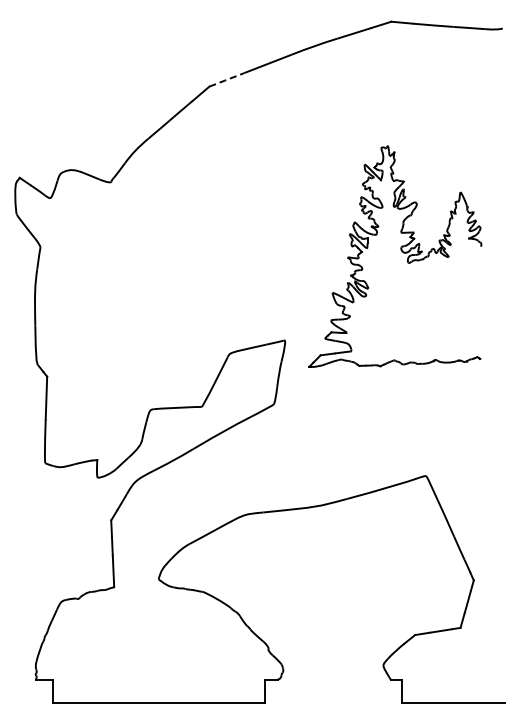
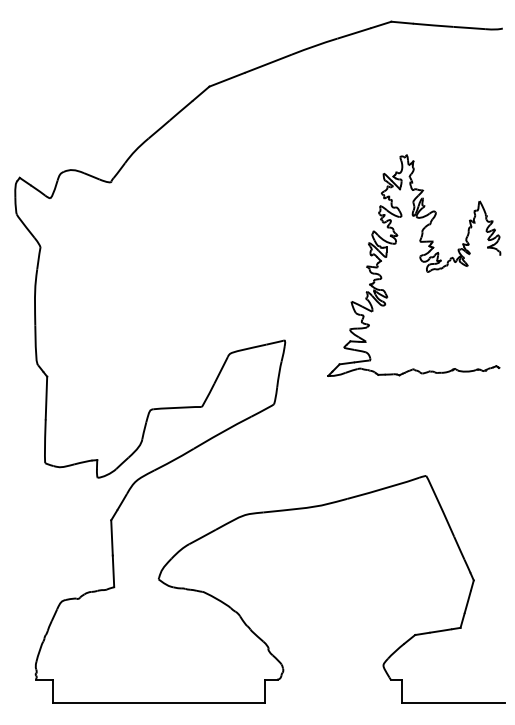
line at (227, 79): dashed -> solid
part at (400, 250) position: (400, 250) -> (419, 259)
